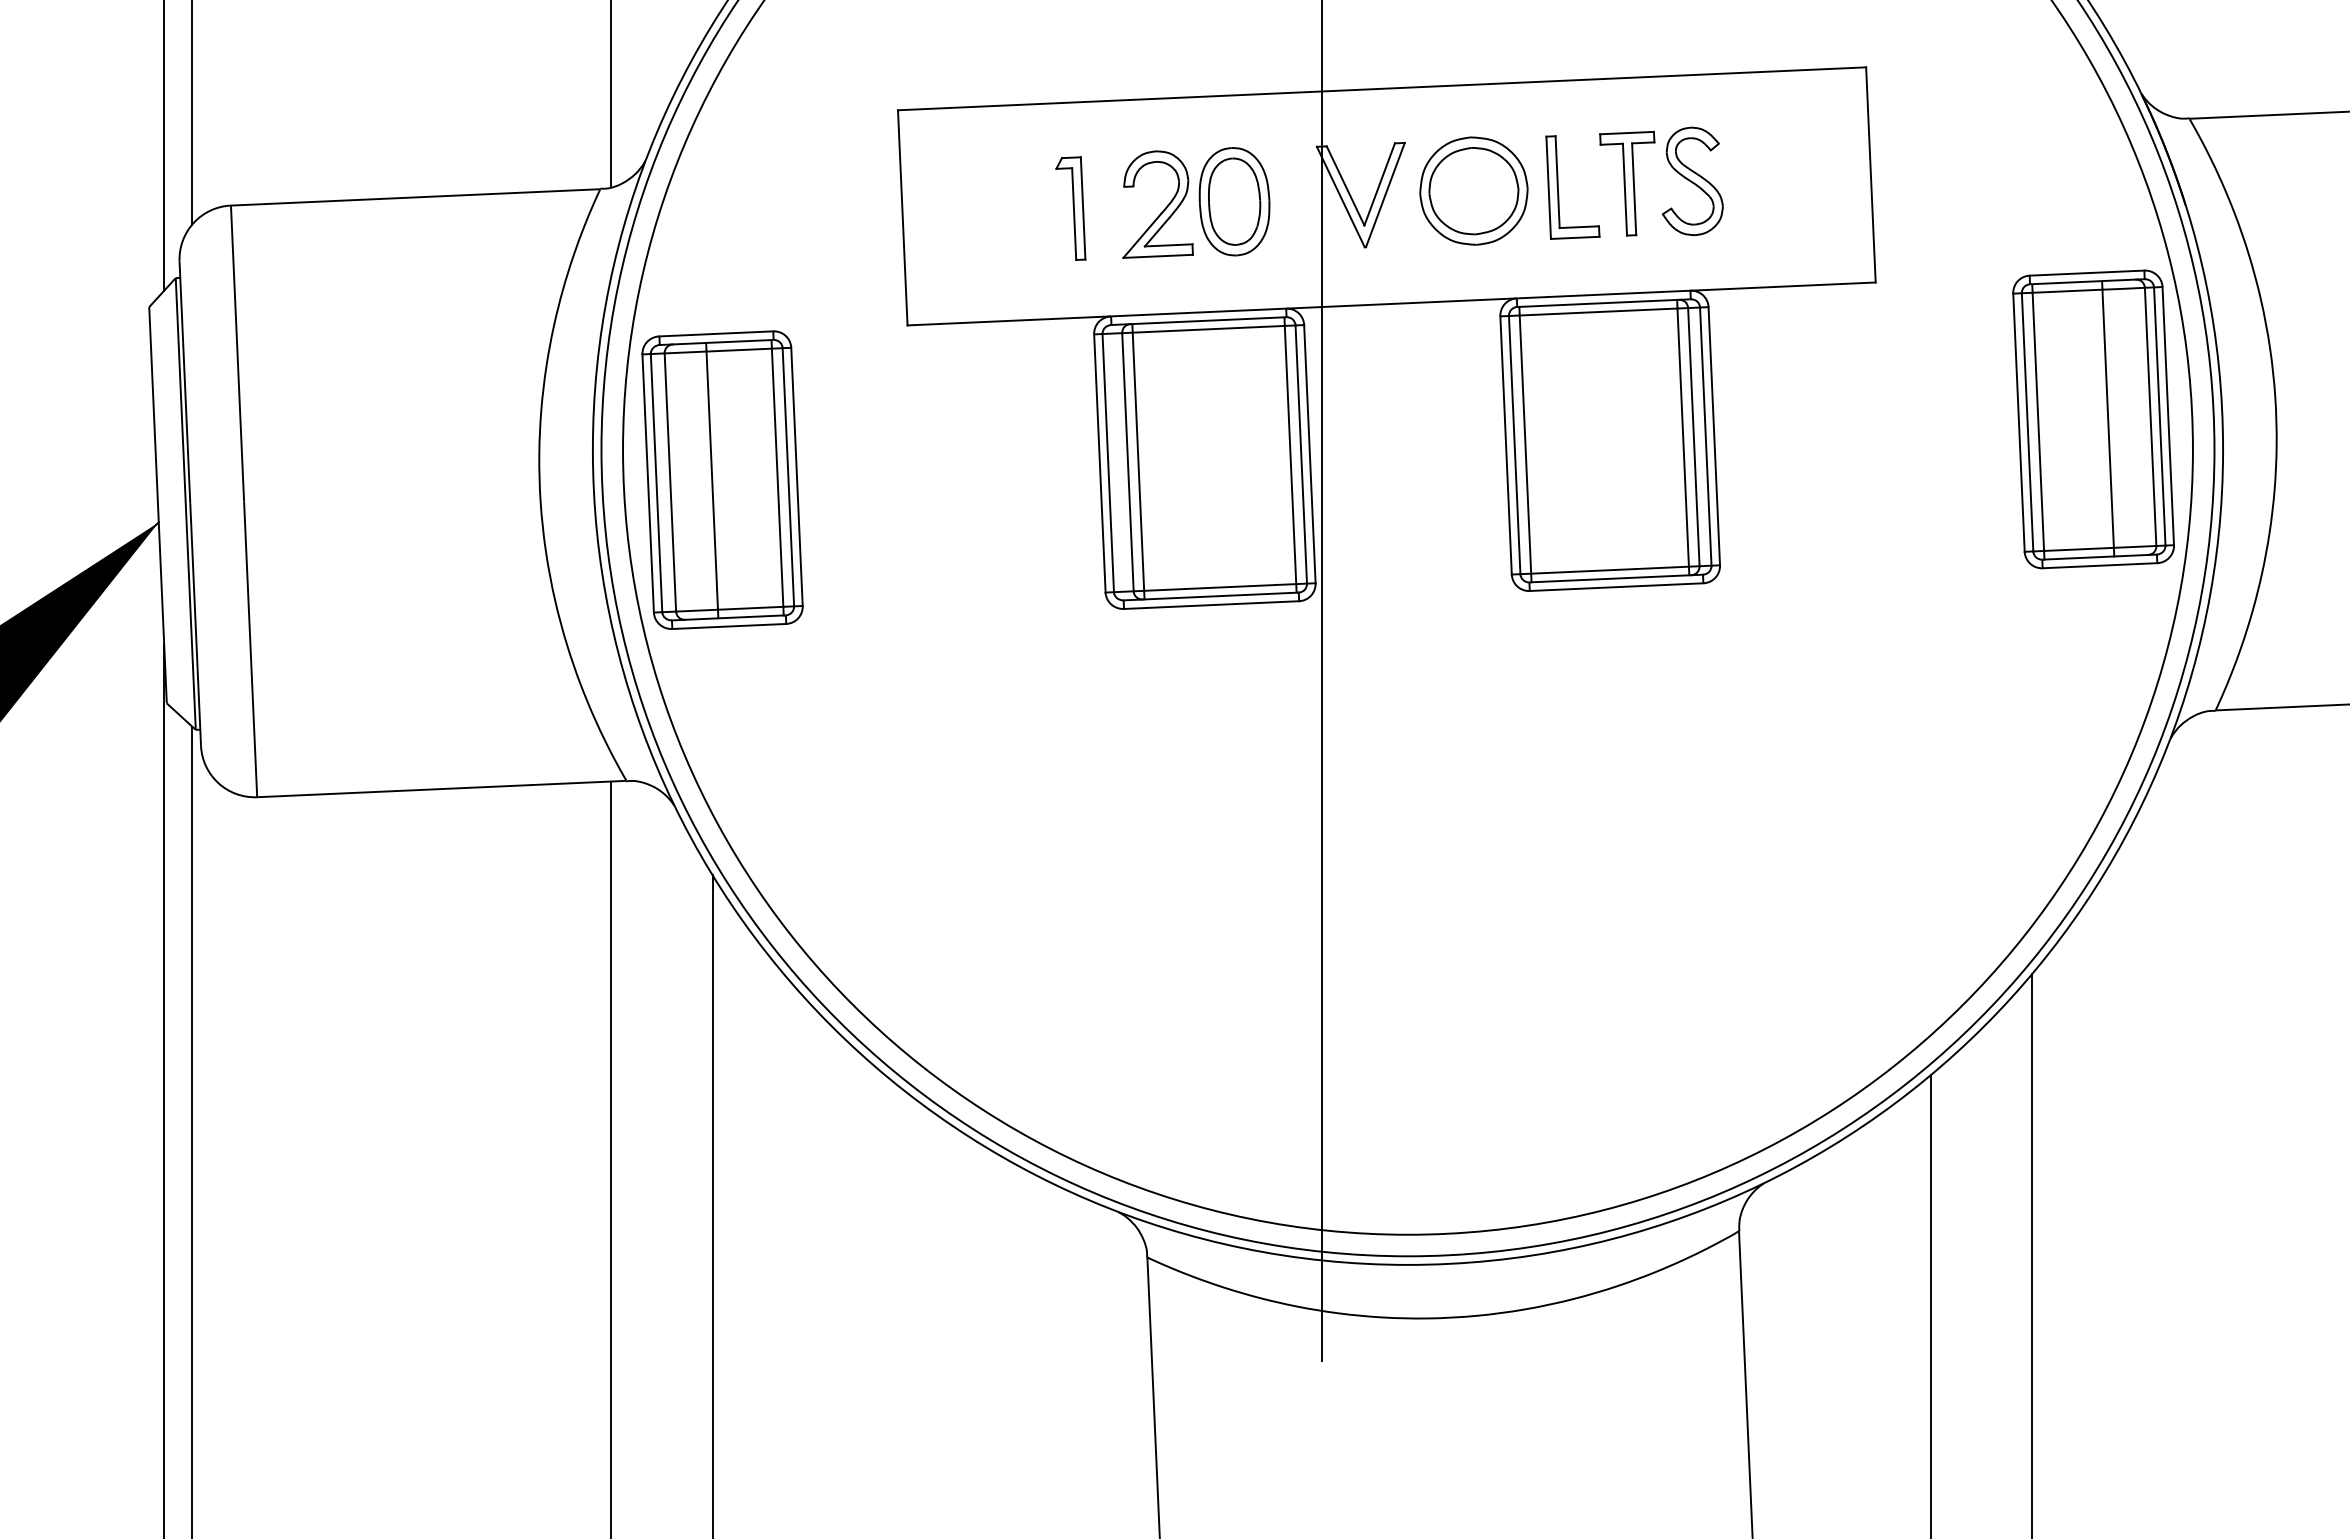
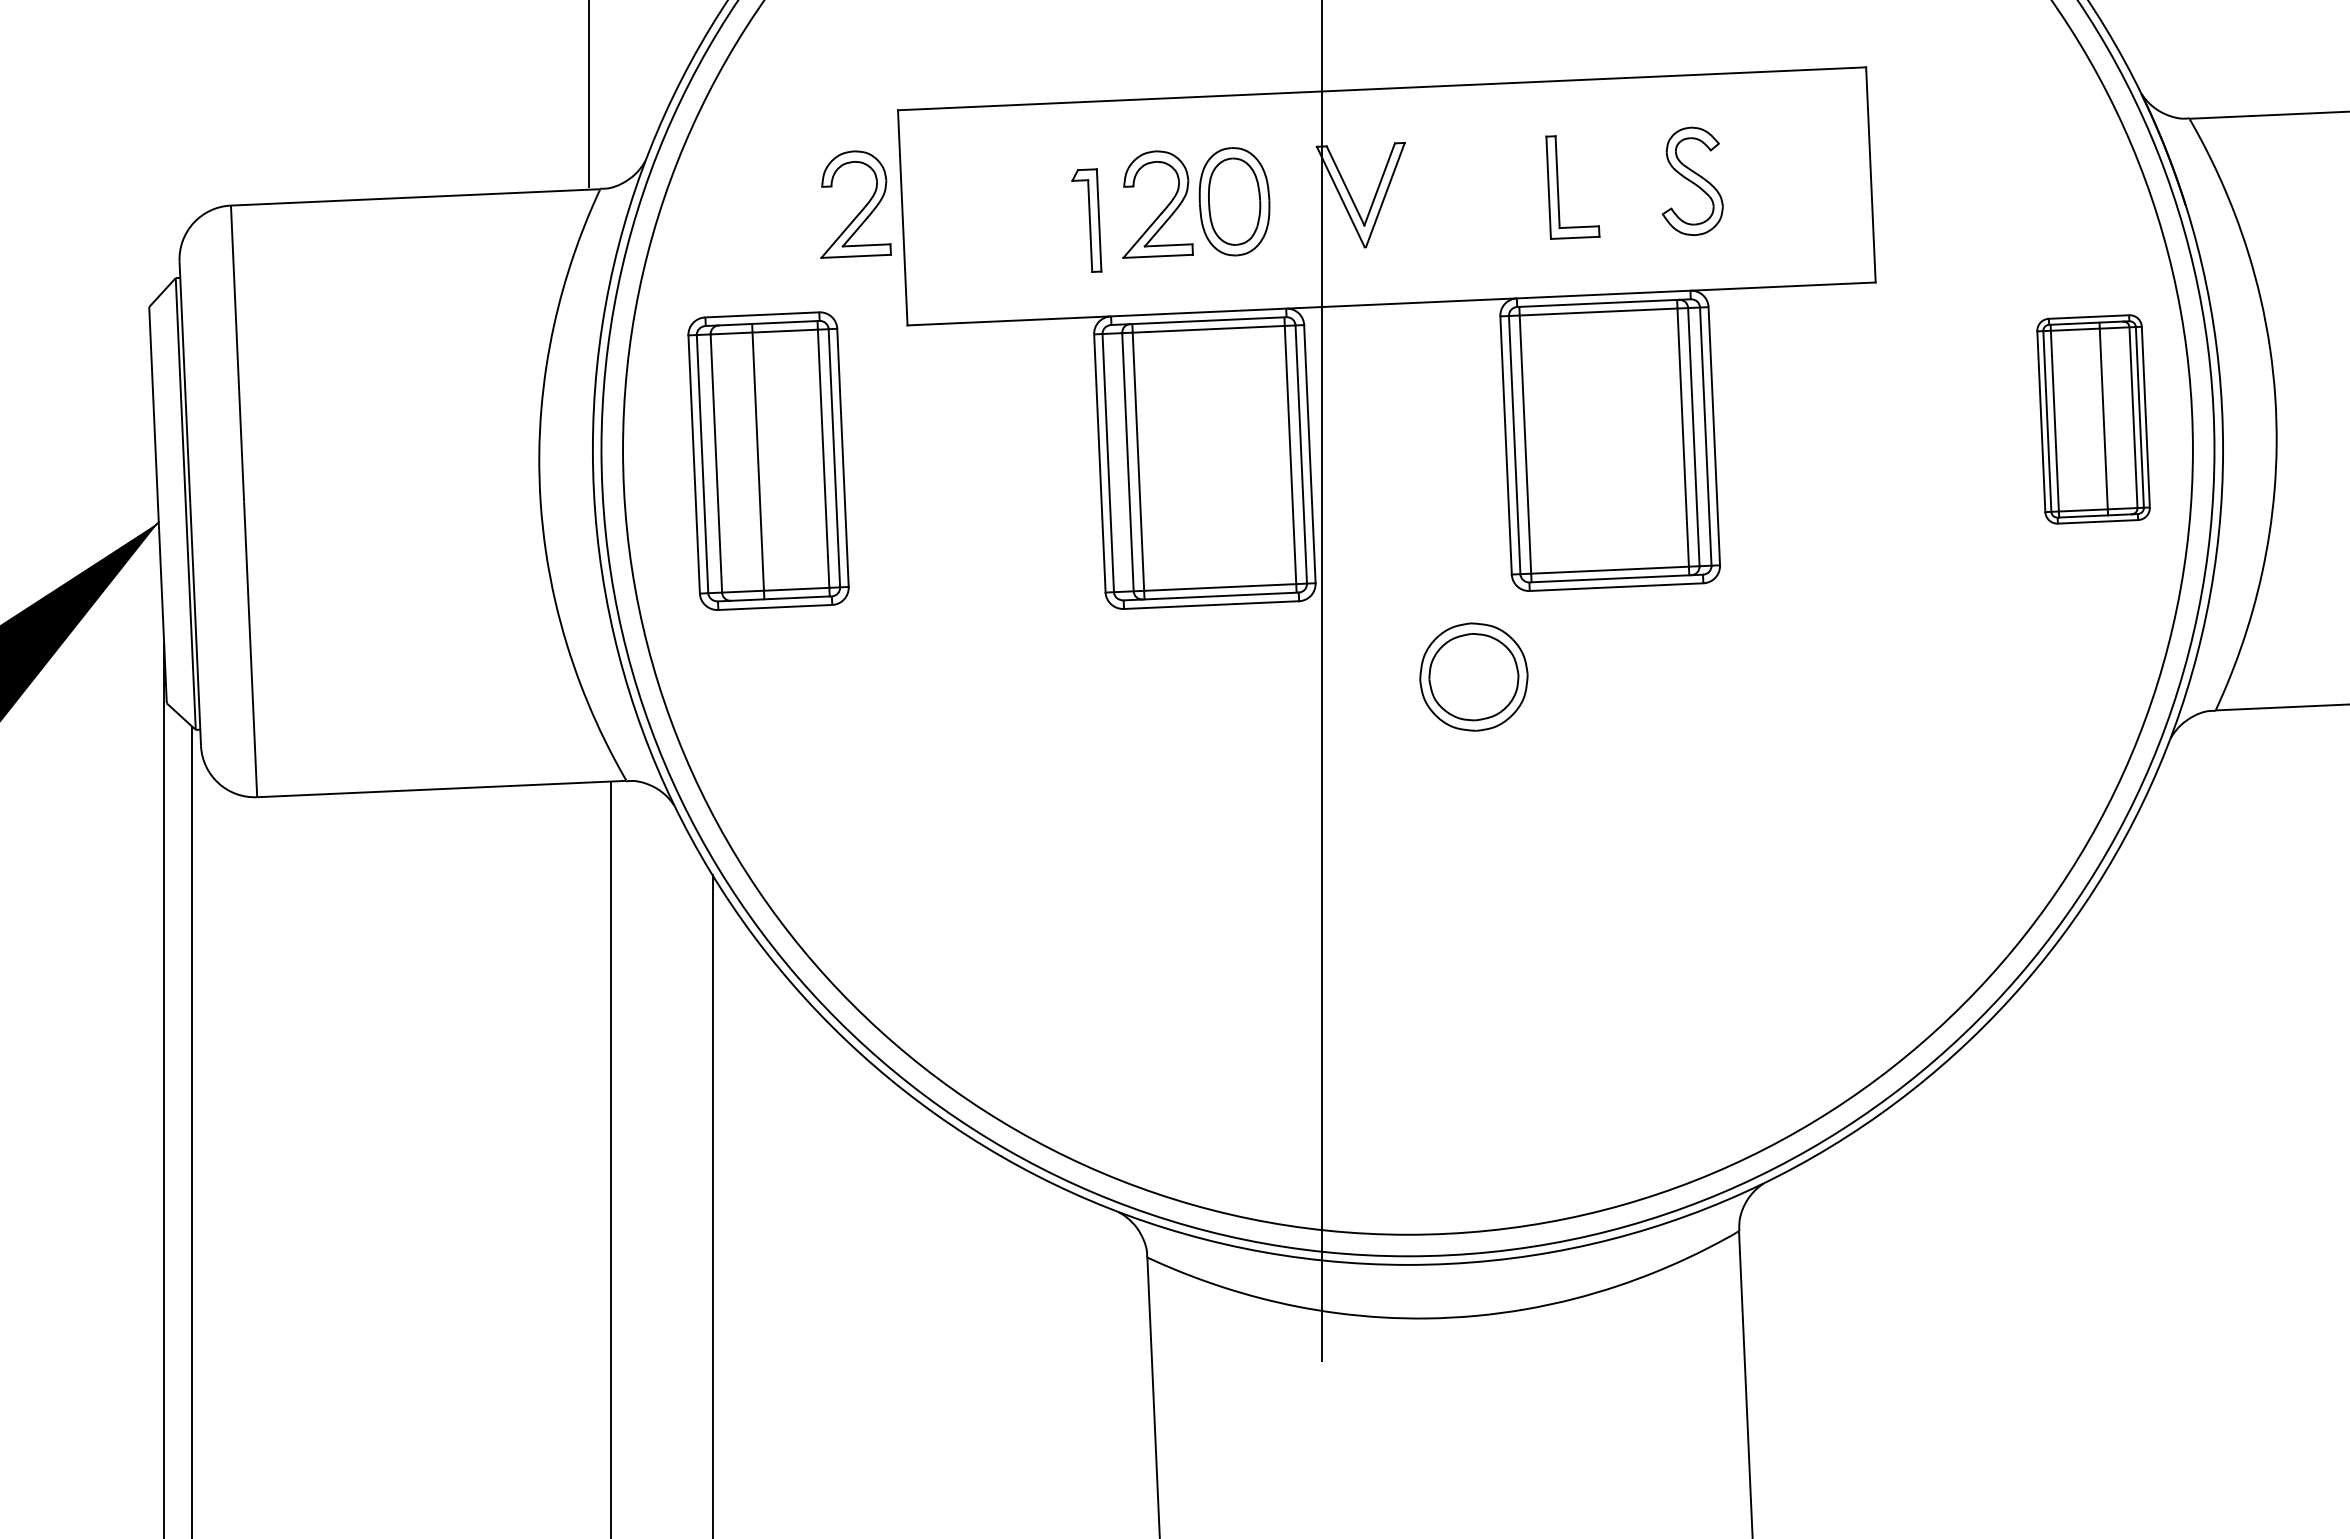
line at (611, 94) position: (611, 94) -> (589, 94)
line at (192, 113): present -> none
line at (164, 146): present -> none
part at (1627, 183): present -> none
part at (1473, 190) position: (1473, 190) -> (1473, 676)
part at (1070, 208) position: (1070, 208) -> (1086, 220)
part at (861, 209): none -> present
part at (2093, 419) size: 163x301 px -> 115x211 px
part at (722, 479) position: (722, 479) -> (768, 460)
line at (2032, 1254): present -> none
line at (1930, 1305): present -> none
